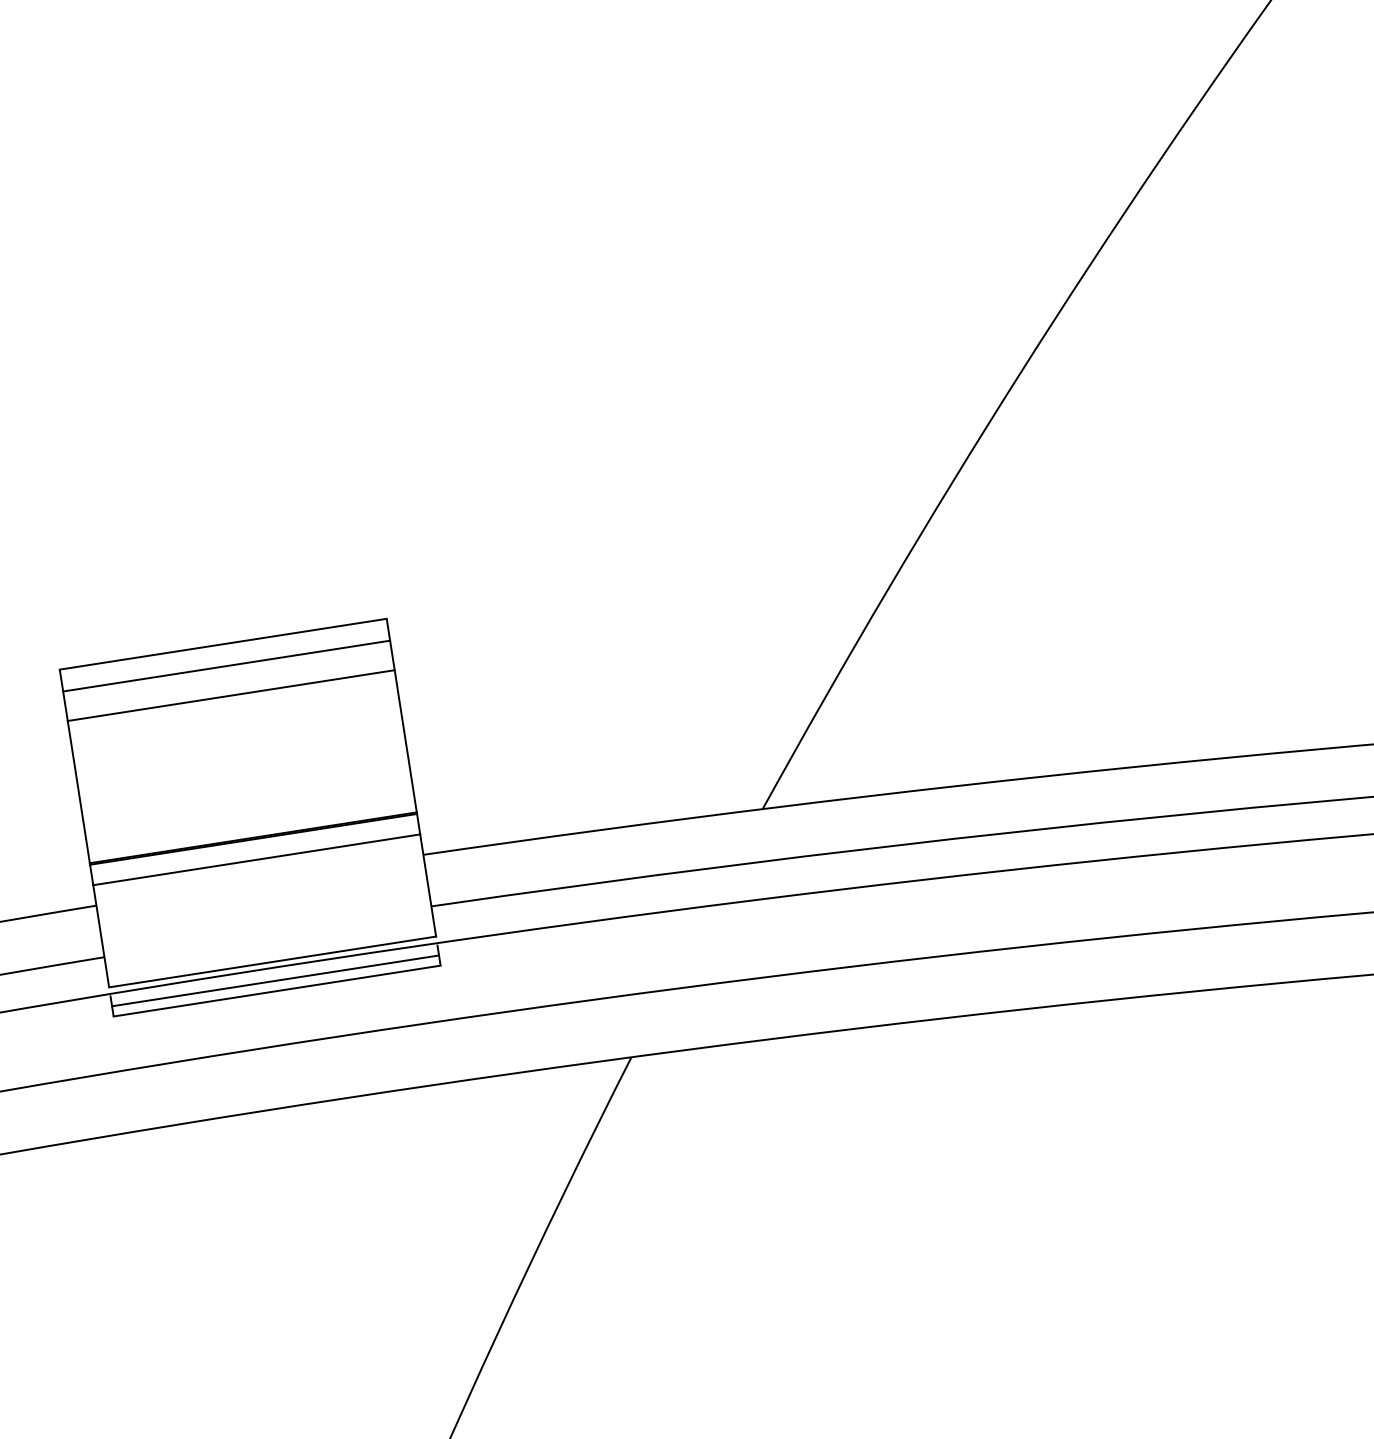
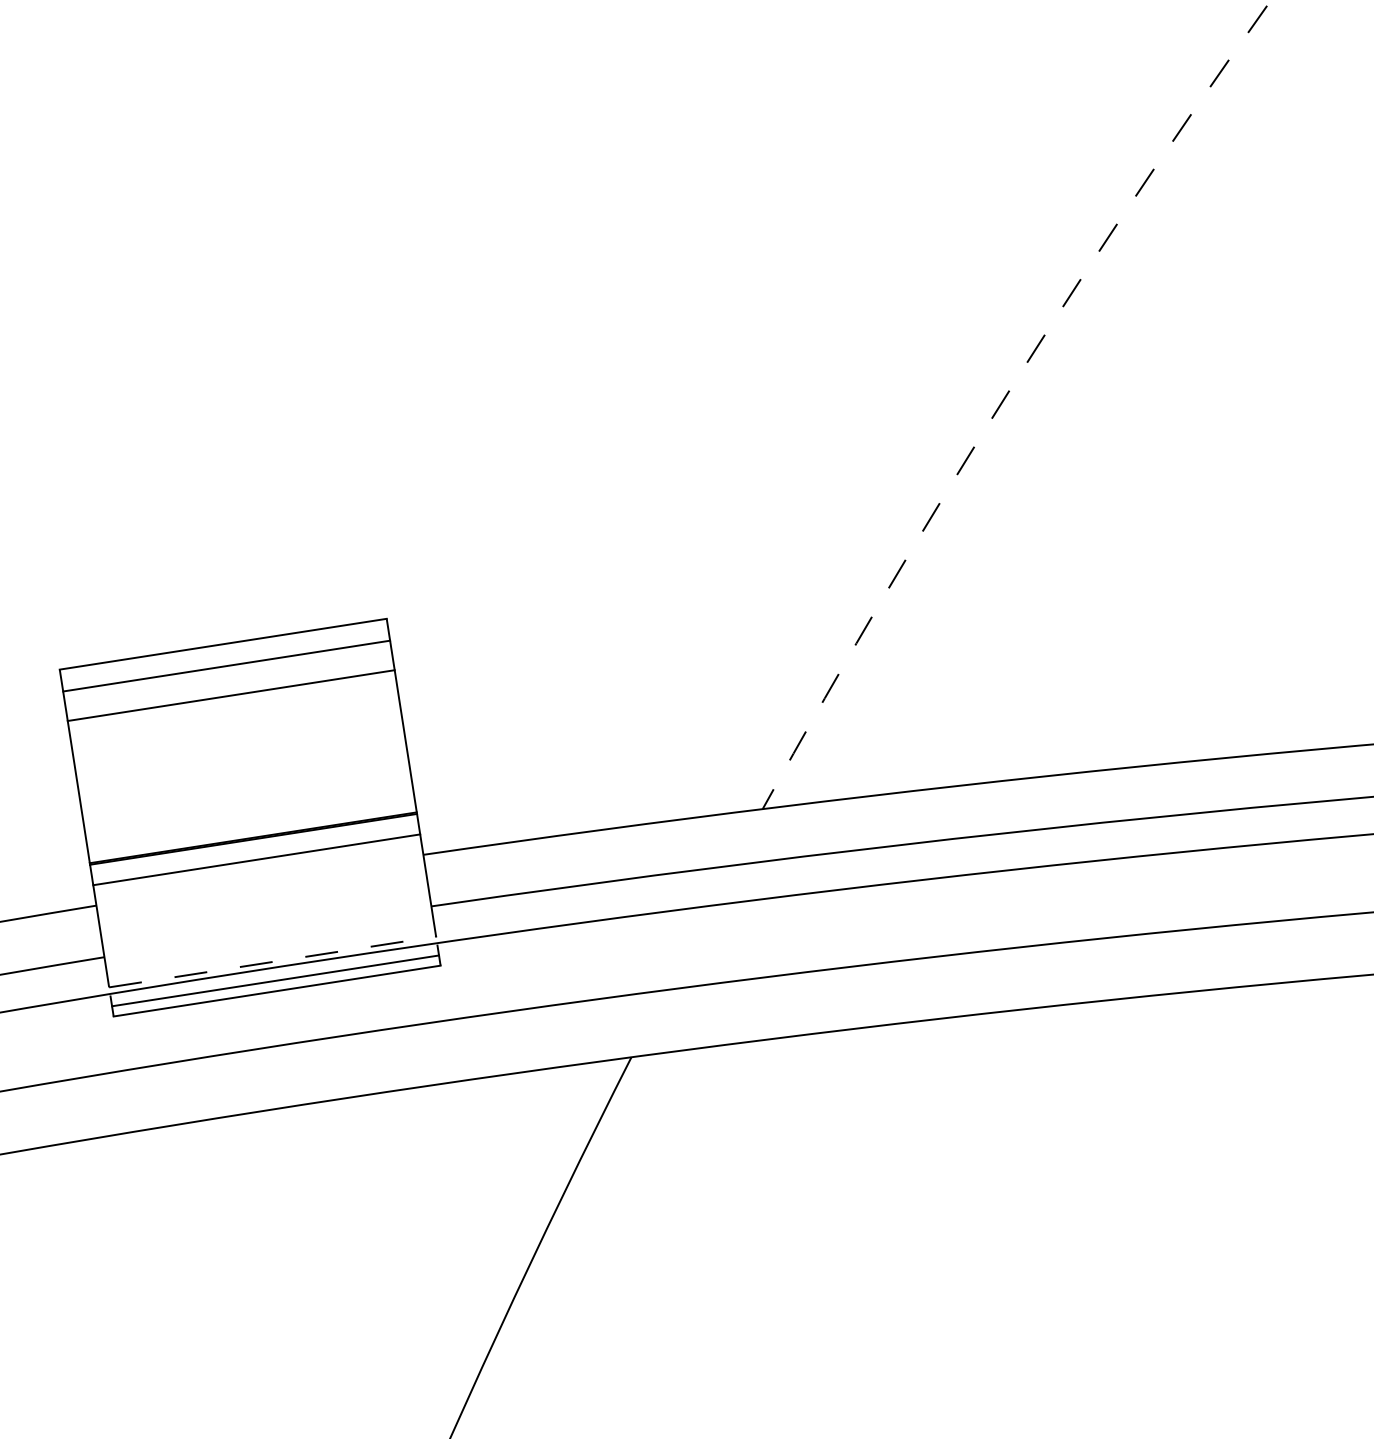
arc at (1005, 397): solid -> dashed
line at (273, 961): solid -> dashed
